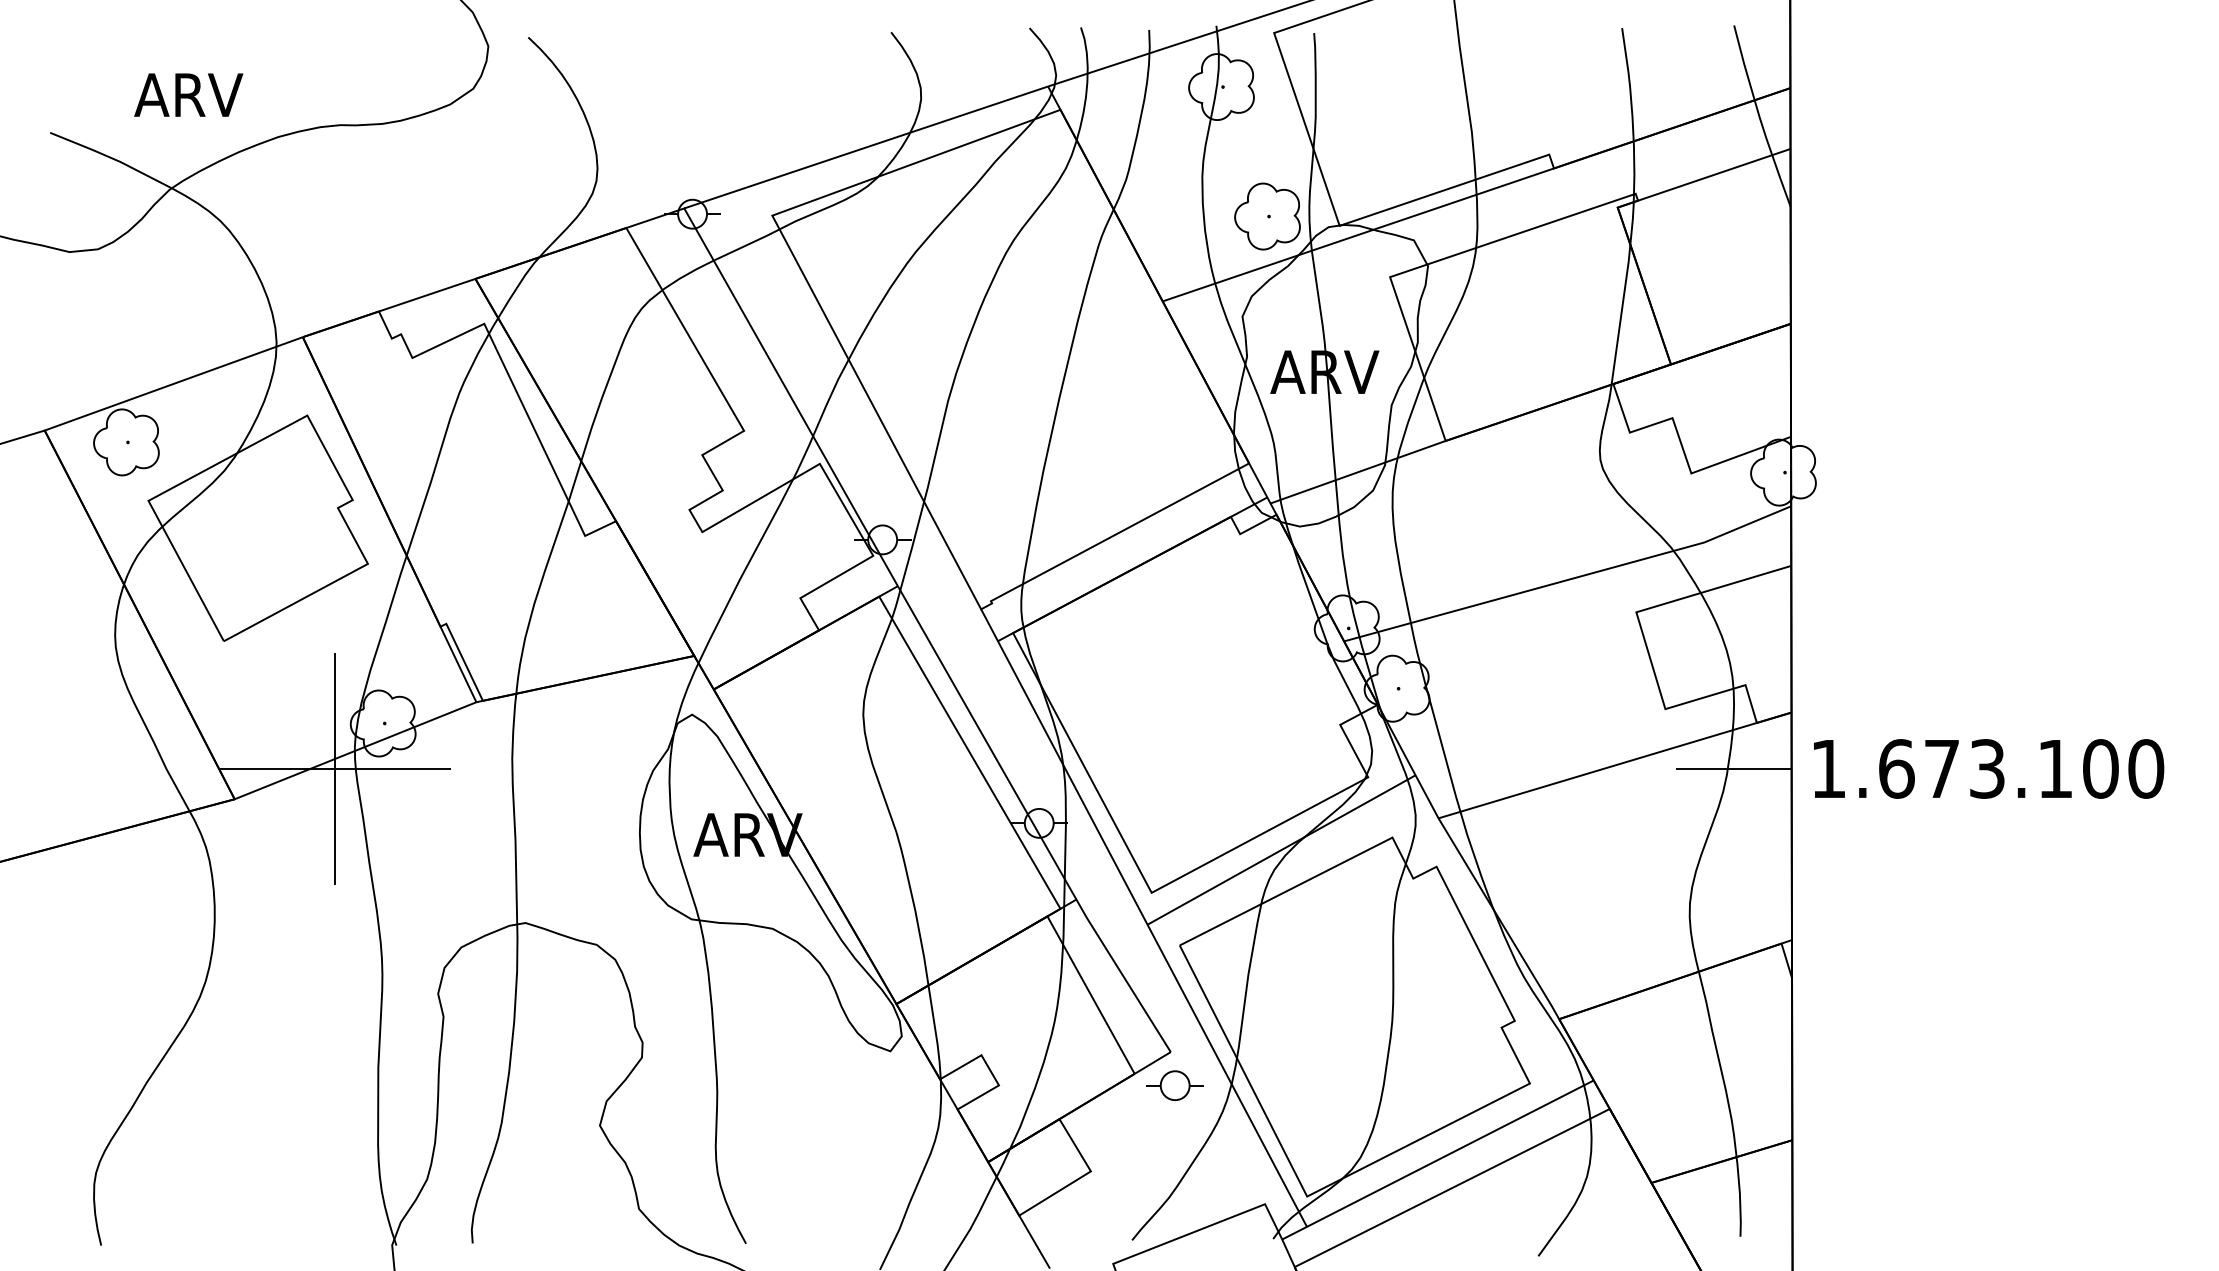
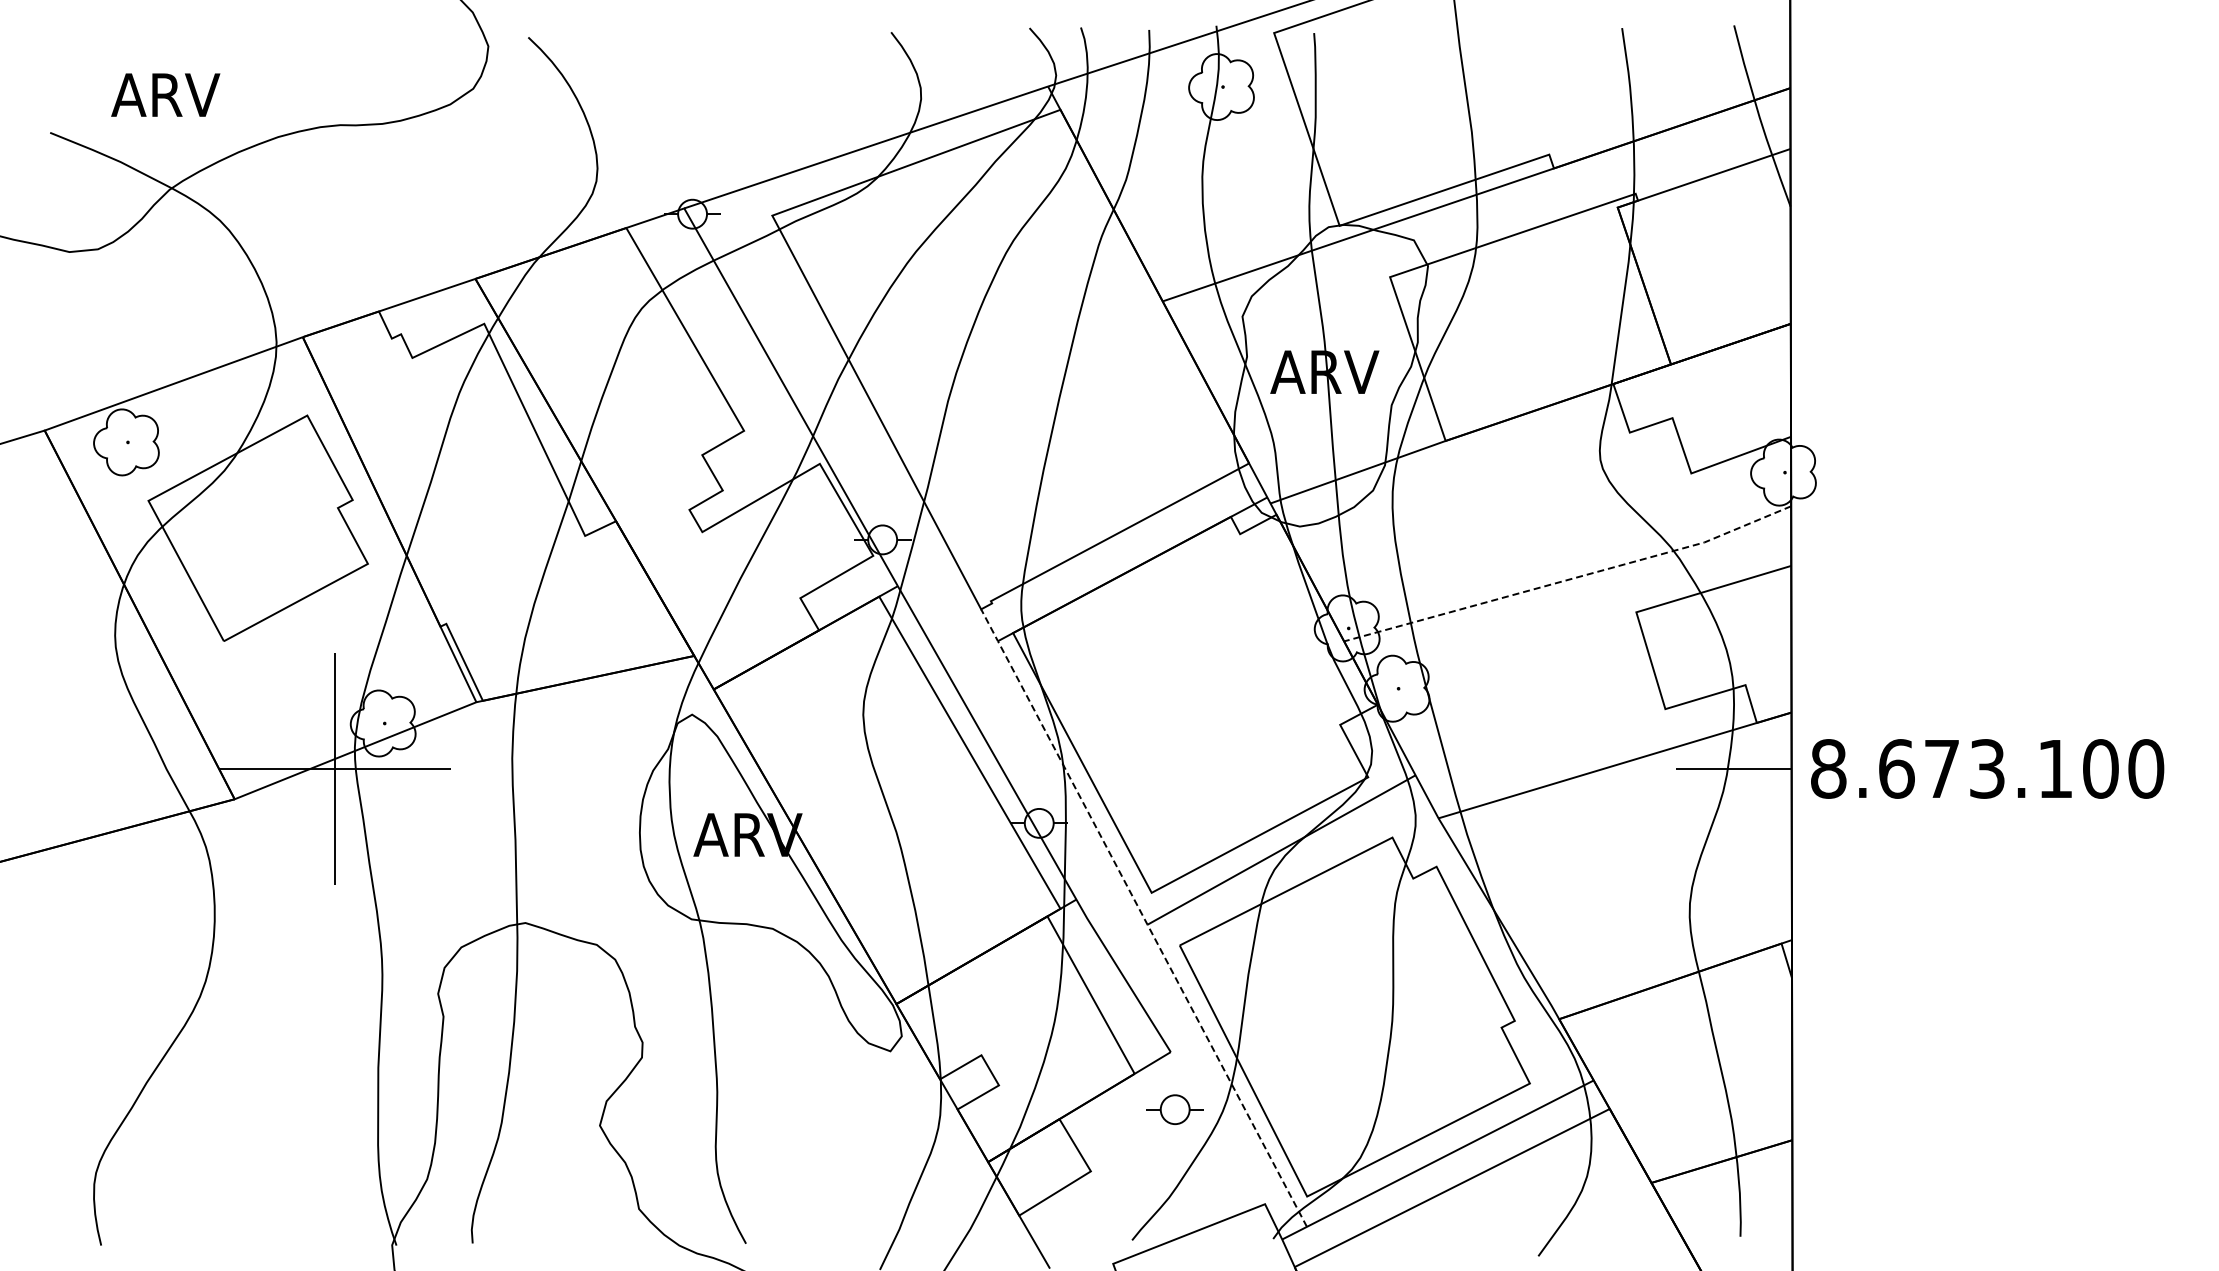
text at (188, 94) position: (188, 94) -> (165, 94)
part at (1267, 216): present -> none
line at (1570, 579): solid -> dashed
text at (1828, 768): 1.673.100 -> 8.673.100
line at (1143, 917): solid -> dashed
part at (1174, 1085) position: (1174, 1085) -> (1174, 1109)
